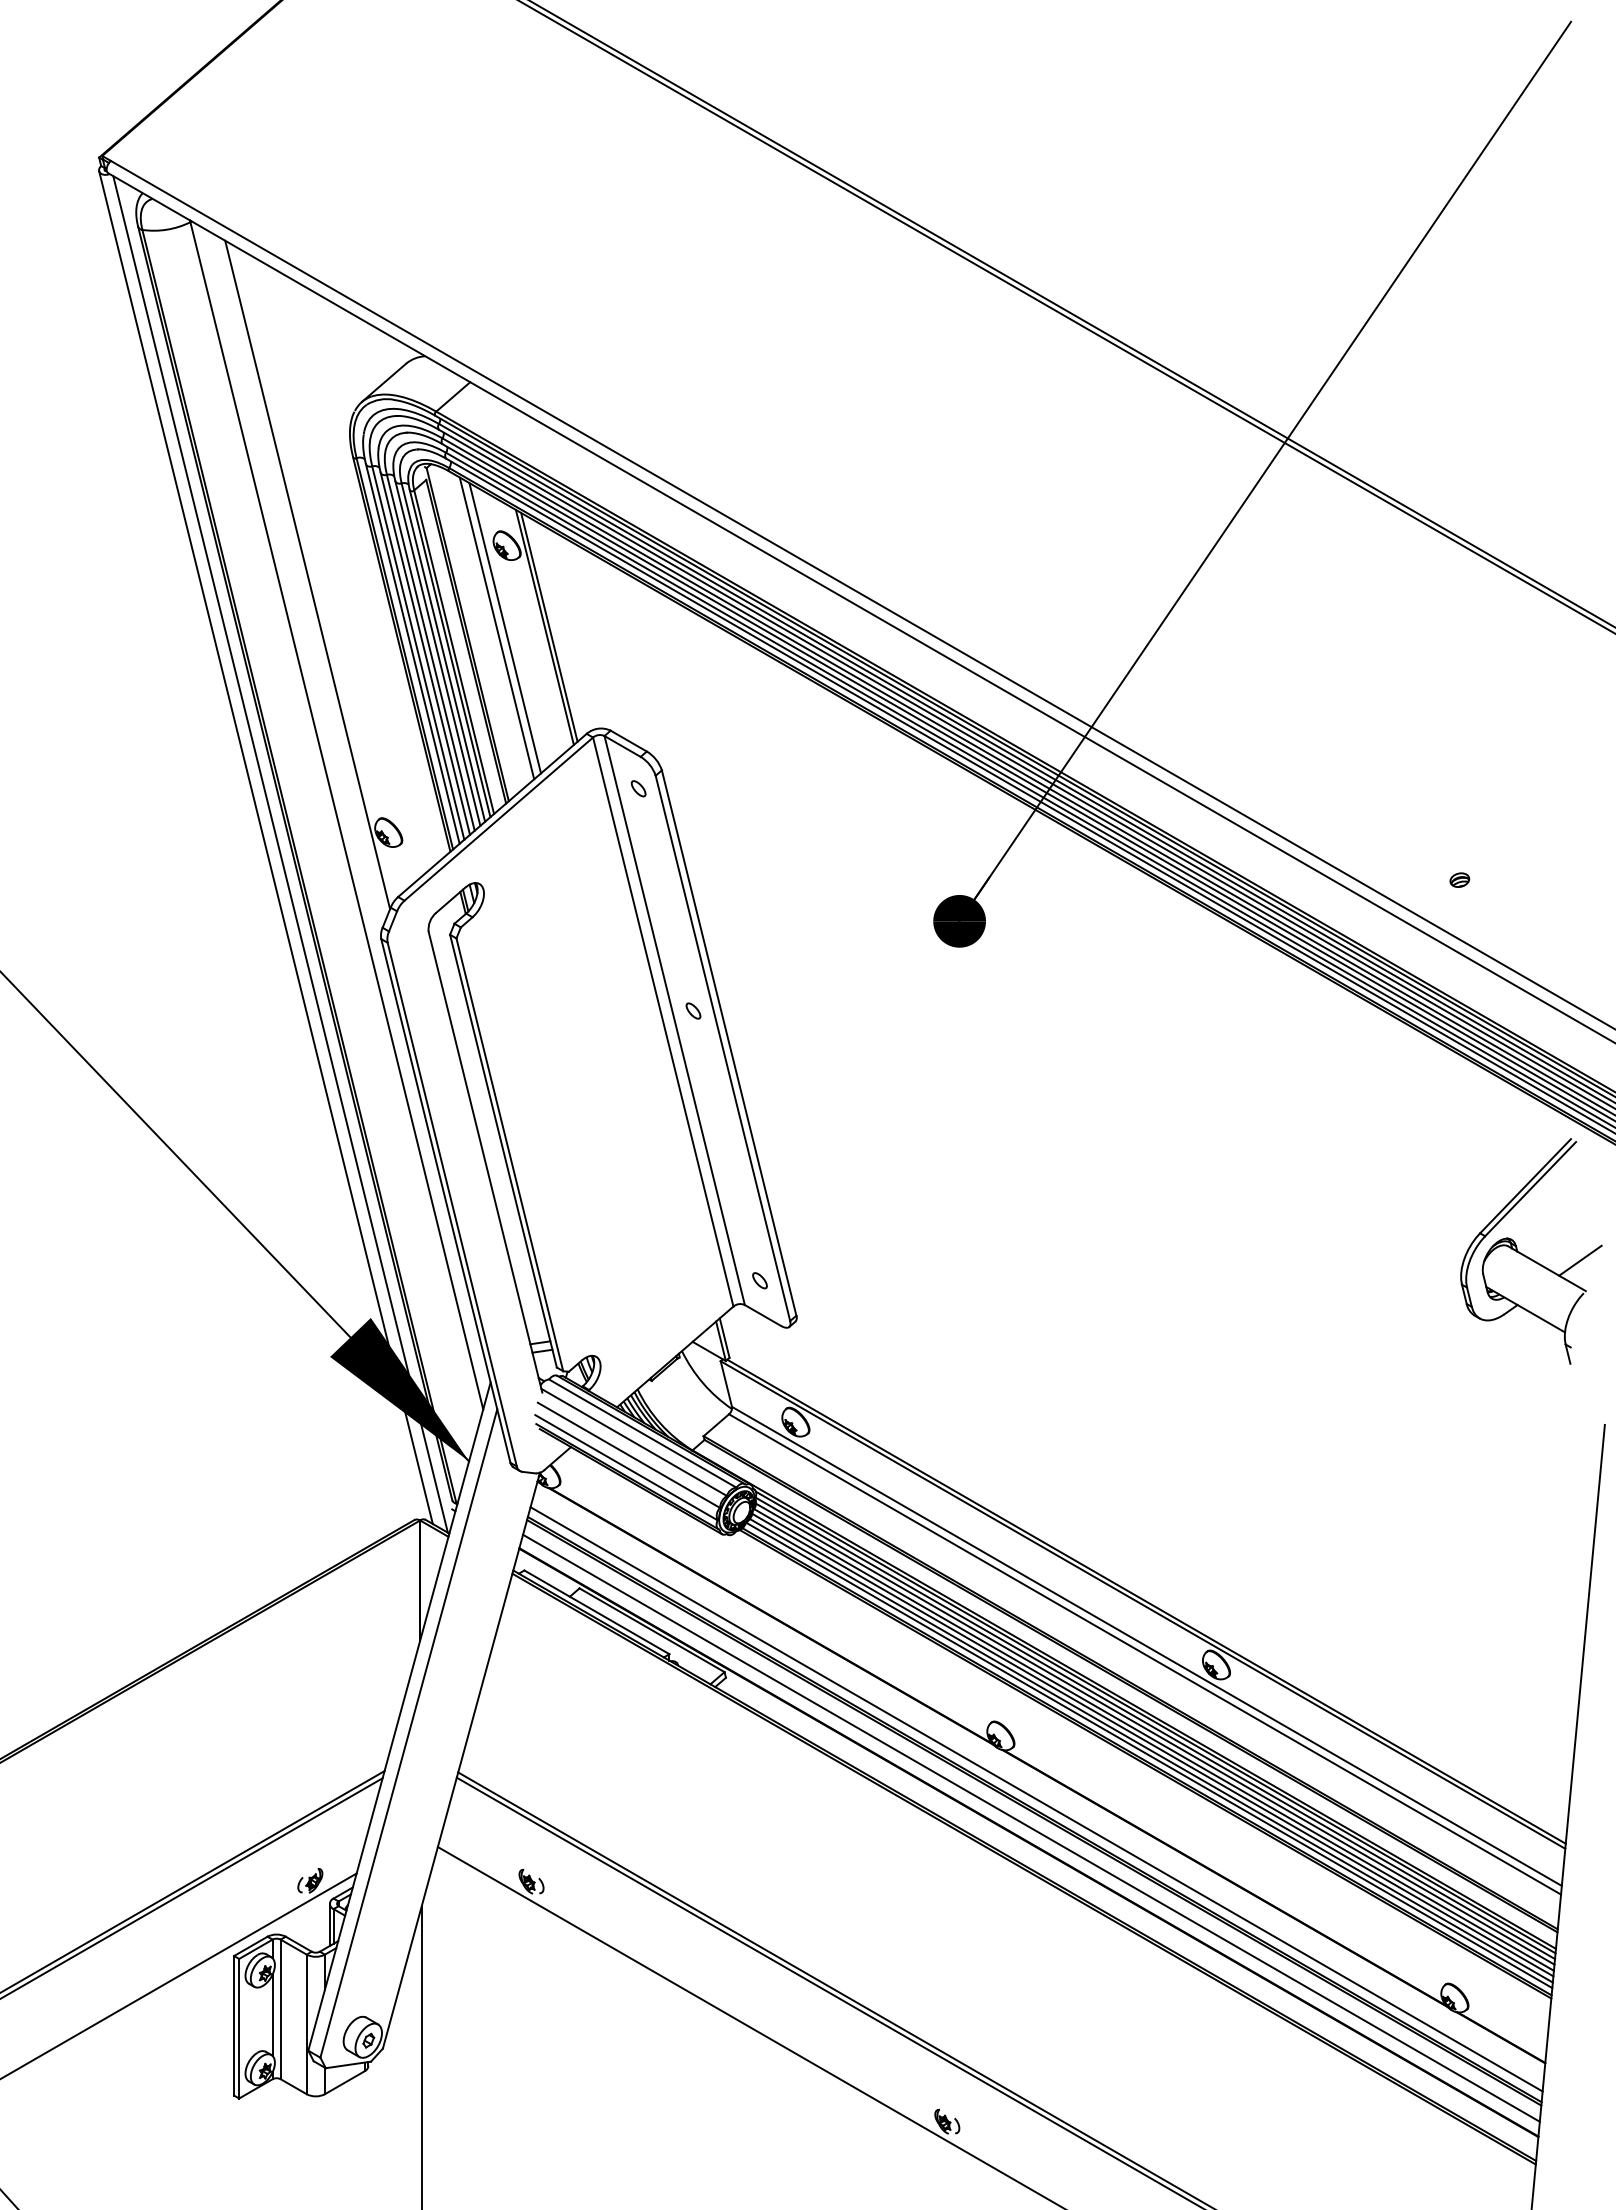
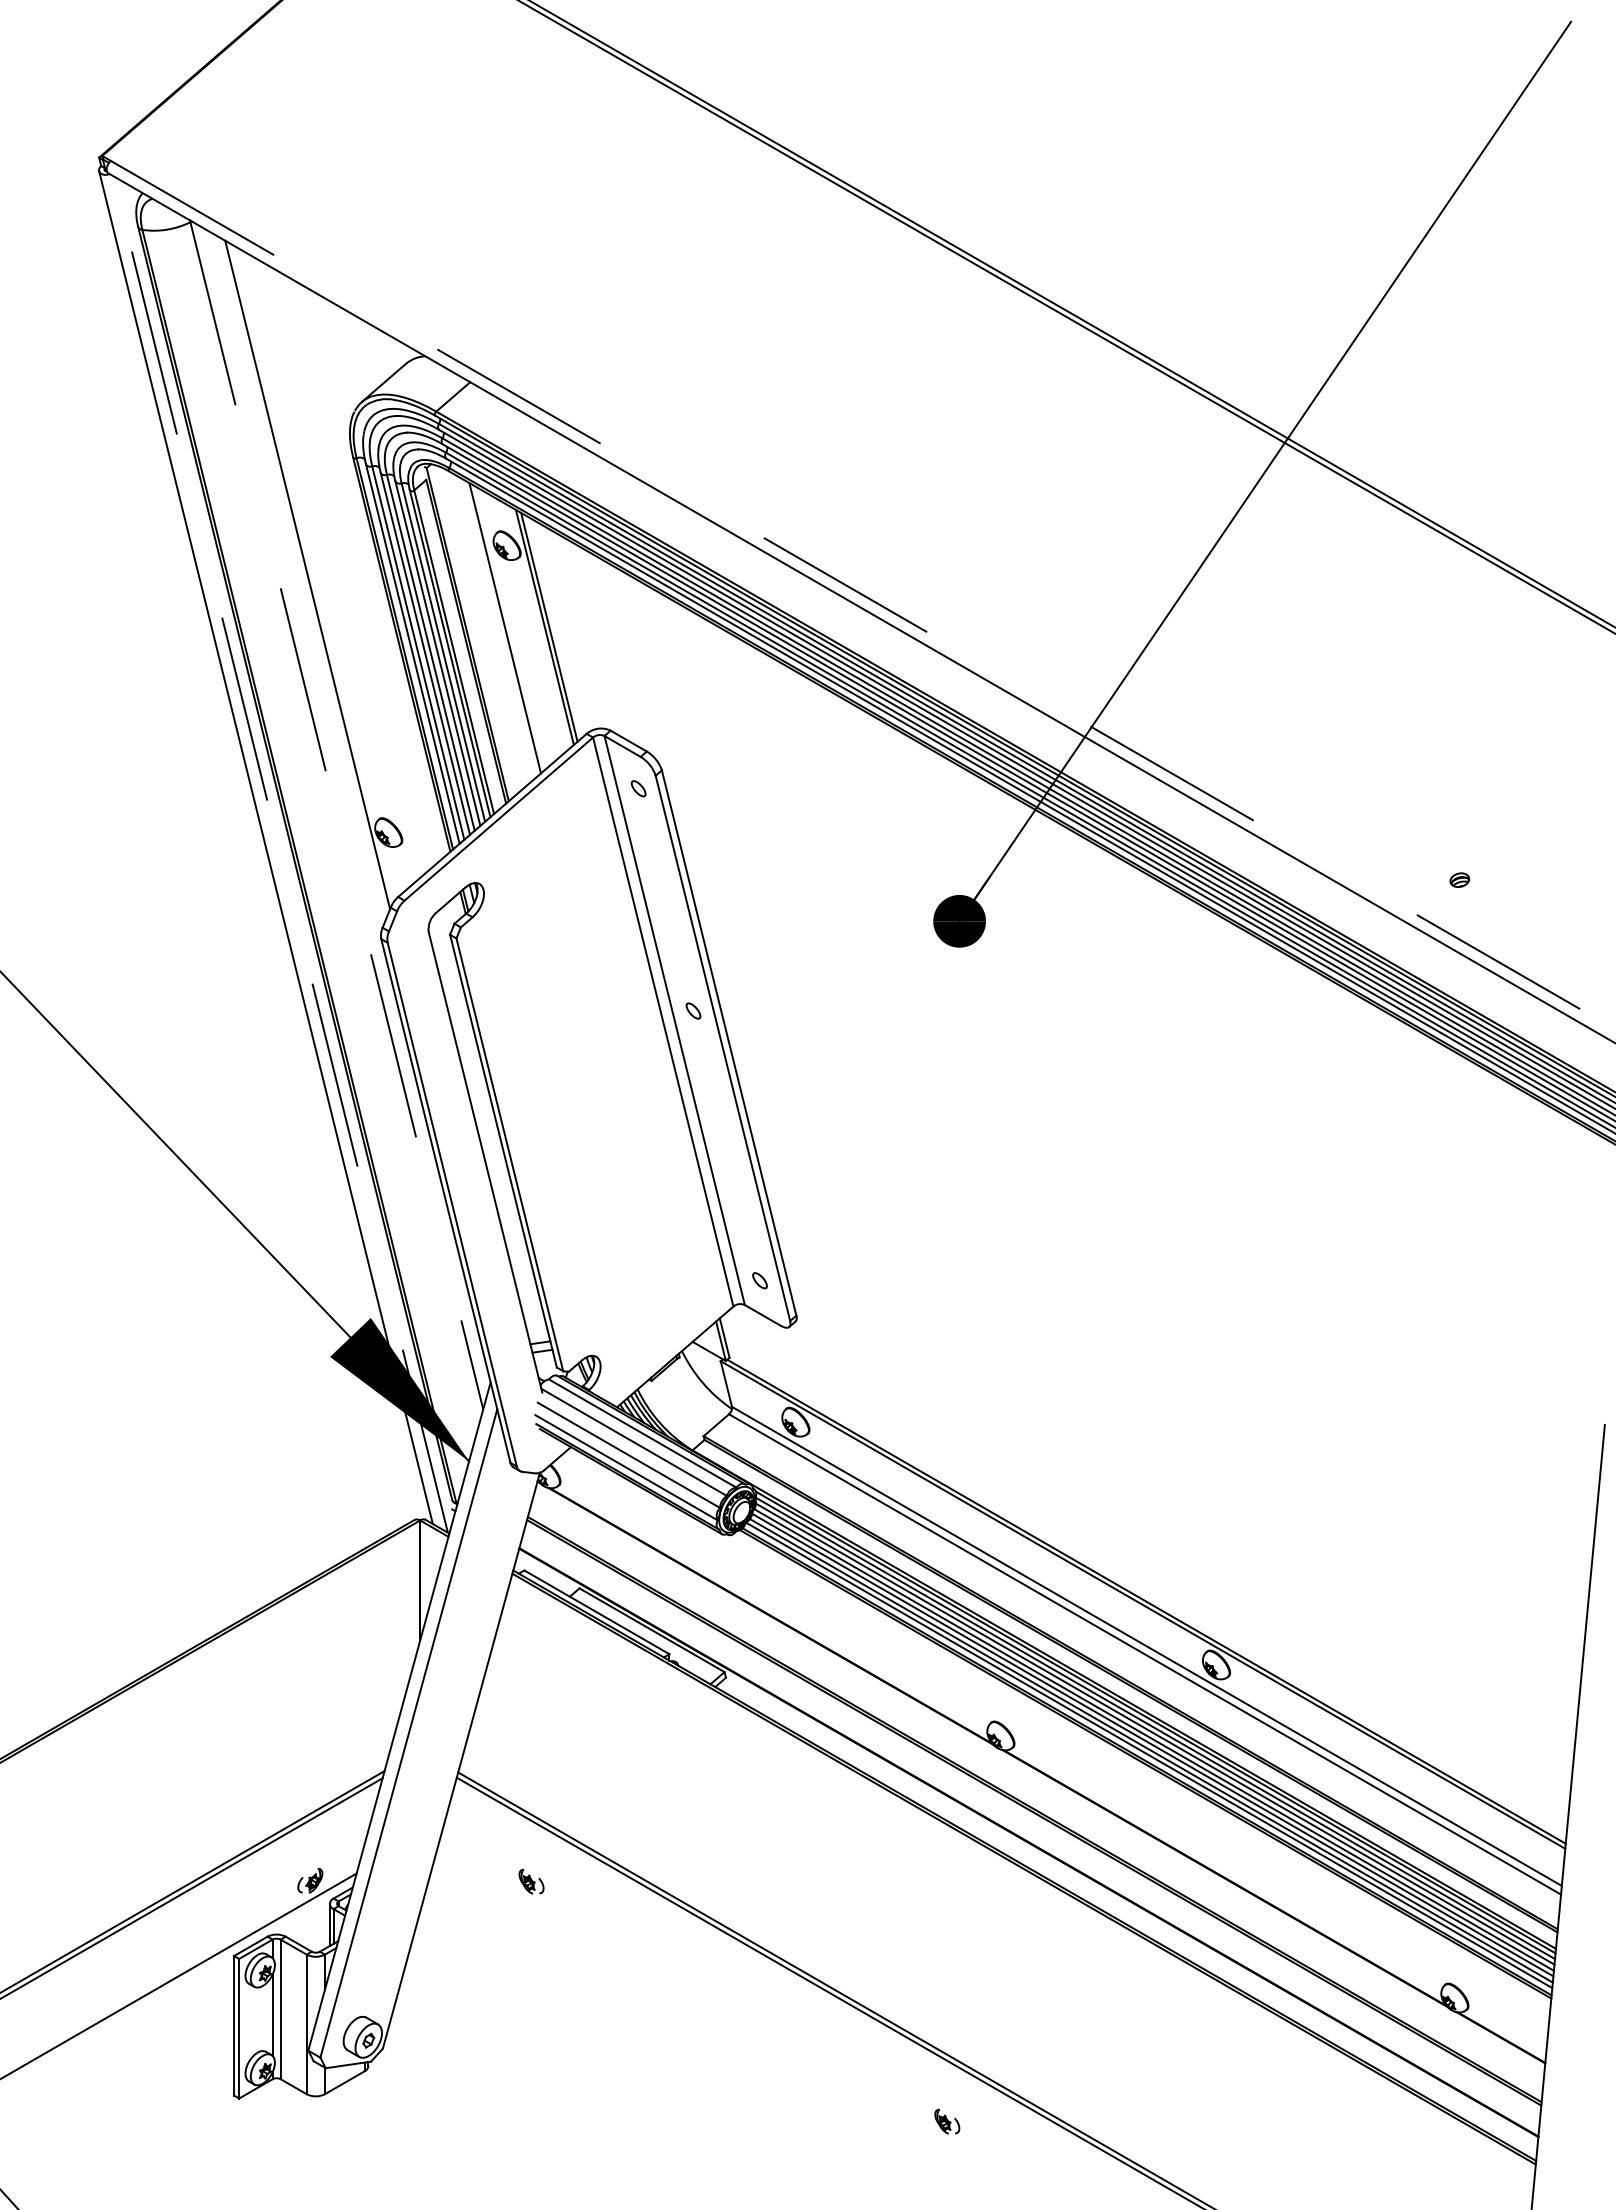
line at (863, 595): solid -> dashed
line at (496, 628): present -> none
line at (336, 816): solid -> dashed
line at (280, 854): solid -> dashed
part at (1531, 1251): present -> none
line at (1036, 1799): present -> none
line at (1031, 1827): present -> none
line at (748, 2026): present -> none
line at (421, 2056): present -> none
